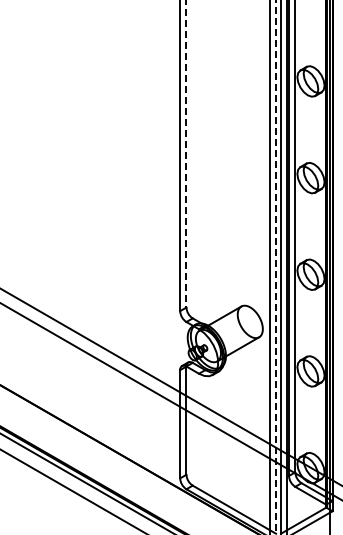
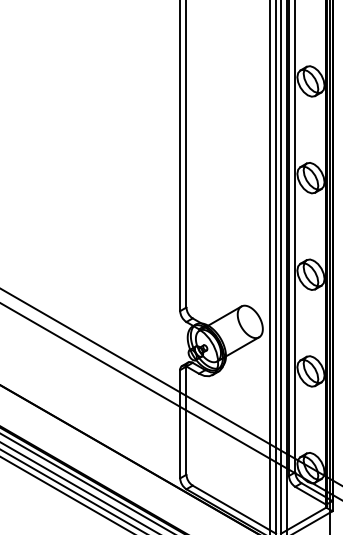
line at (186, 154): dashed -> solid
line at (276, 267): dashed -> solid
line at (78, 487): none -> present
line at (66, 494): none -> present
